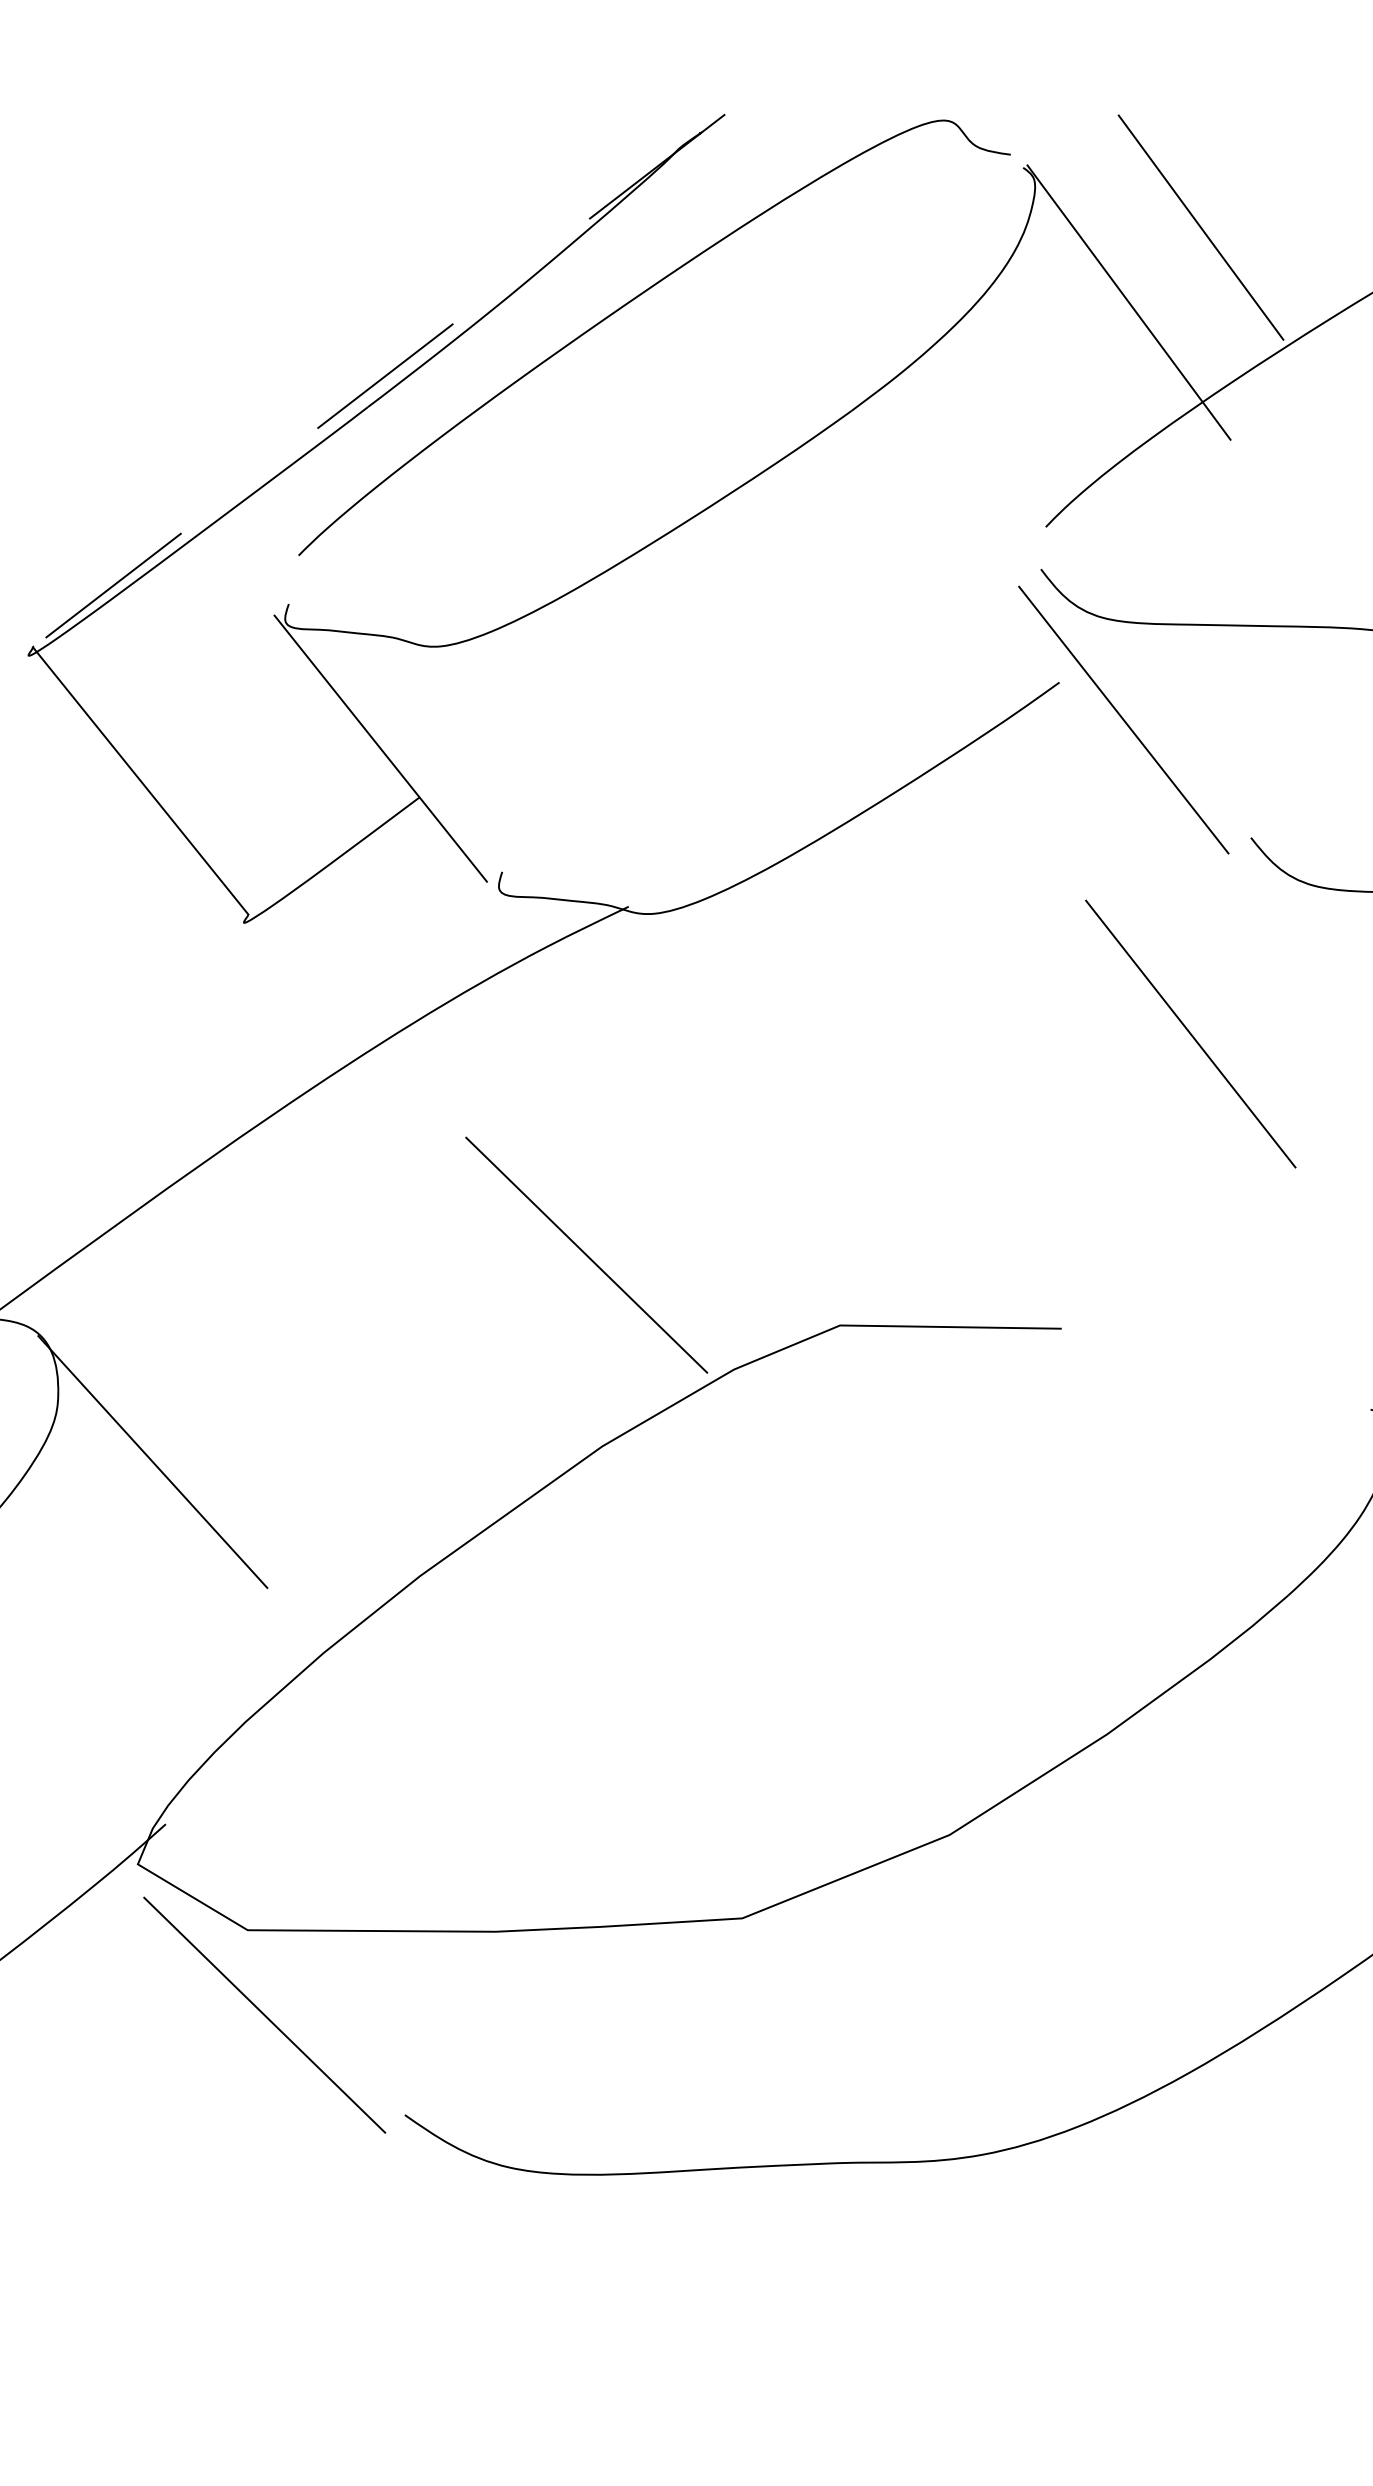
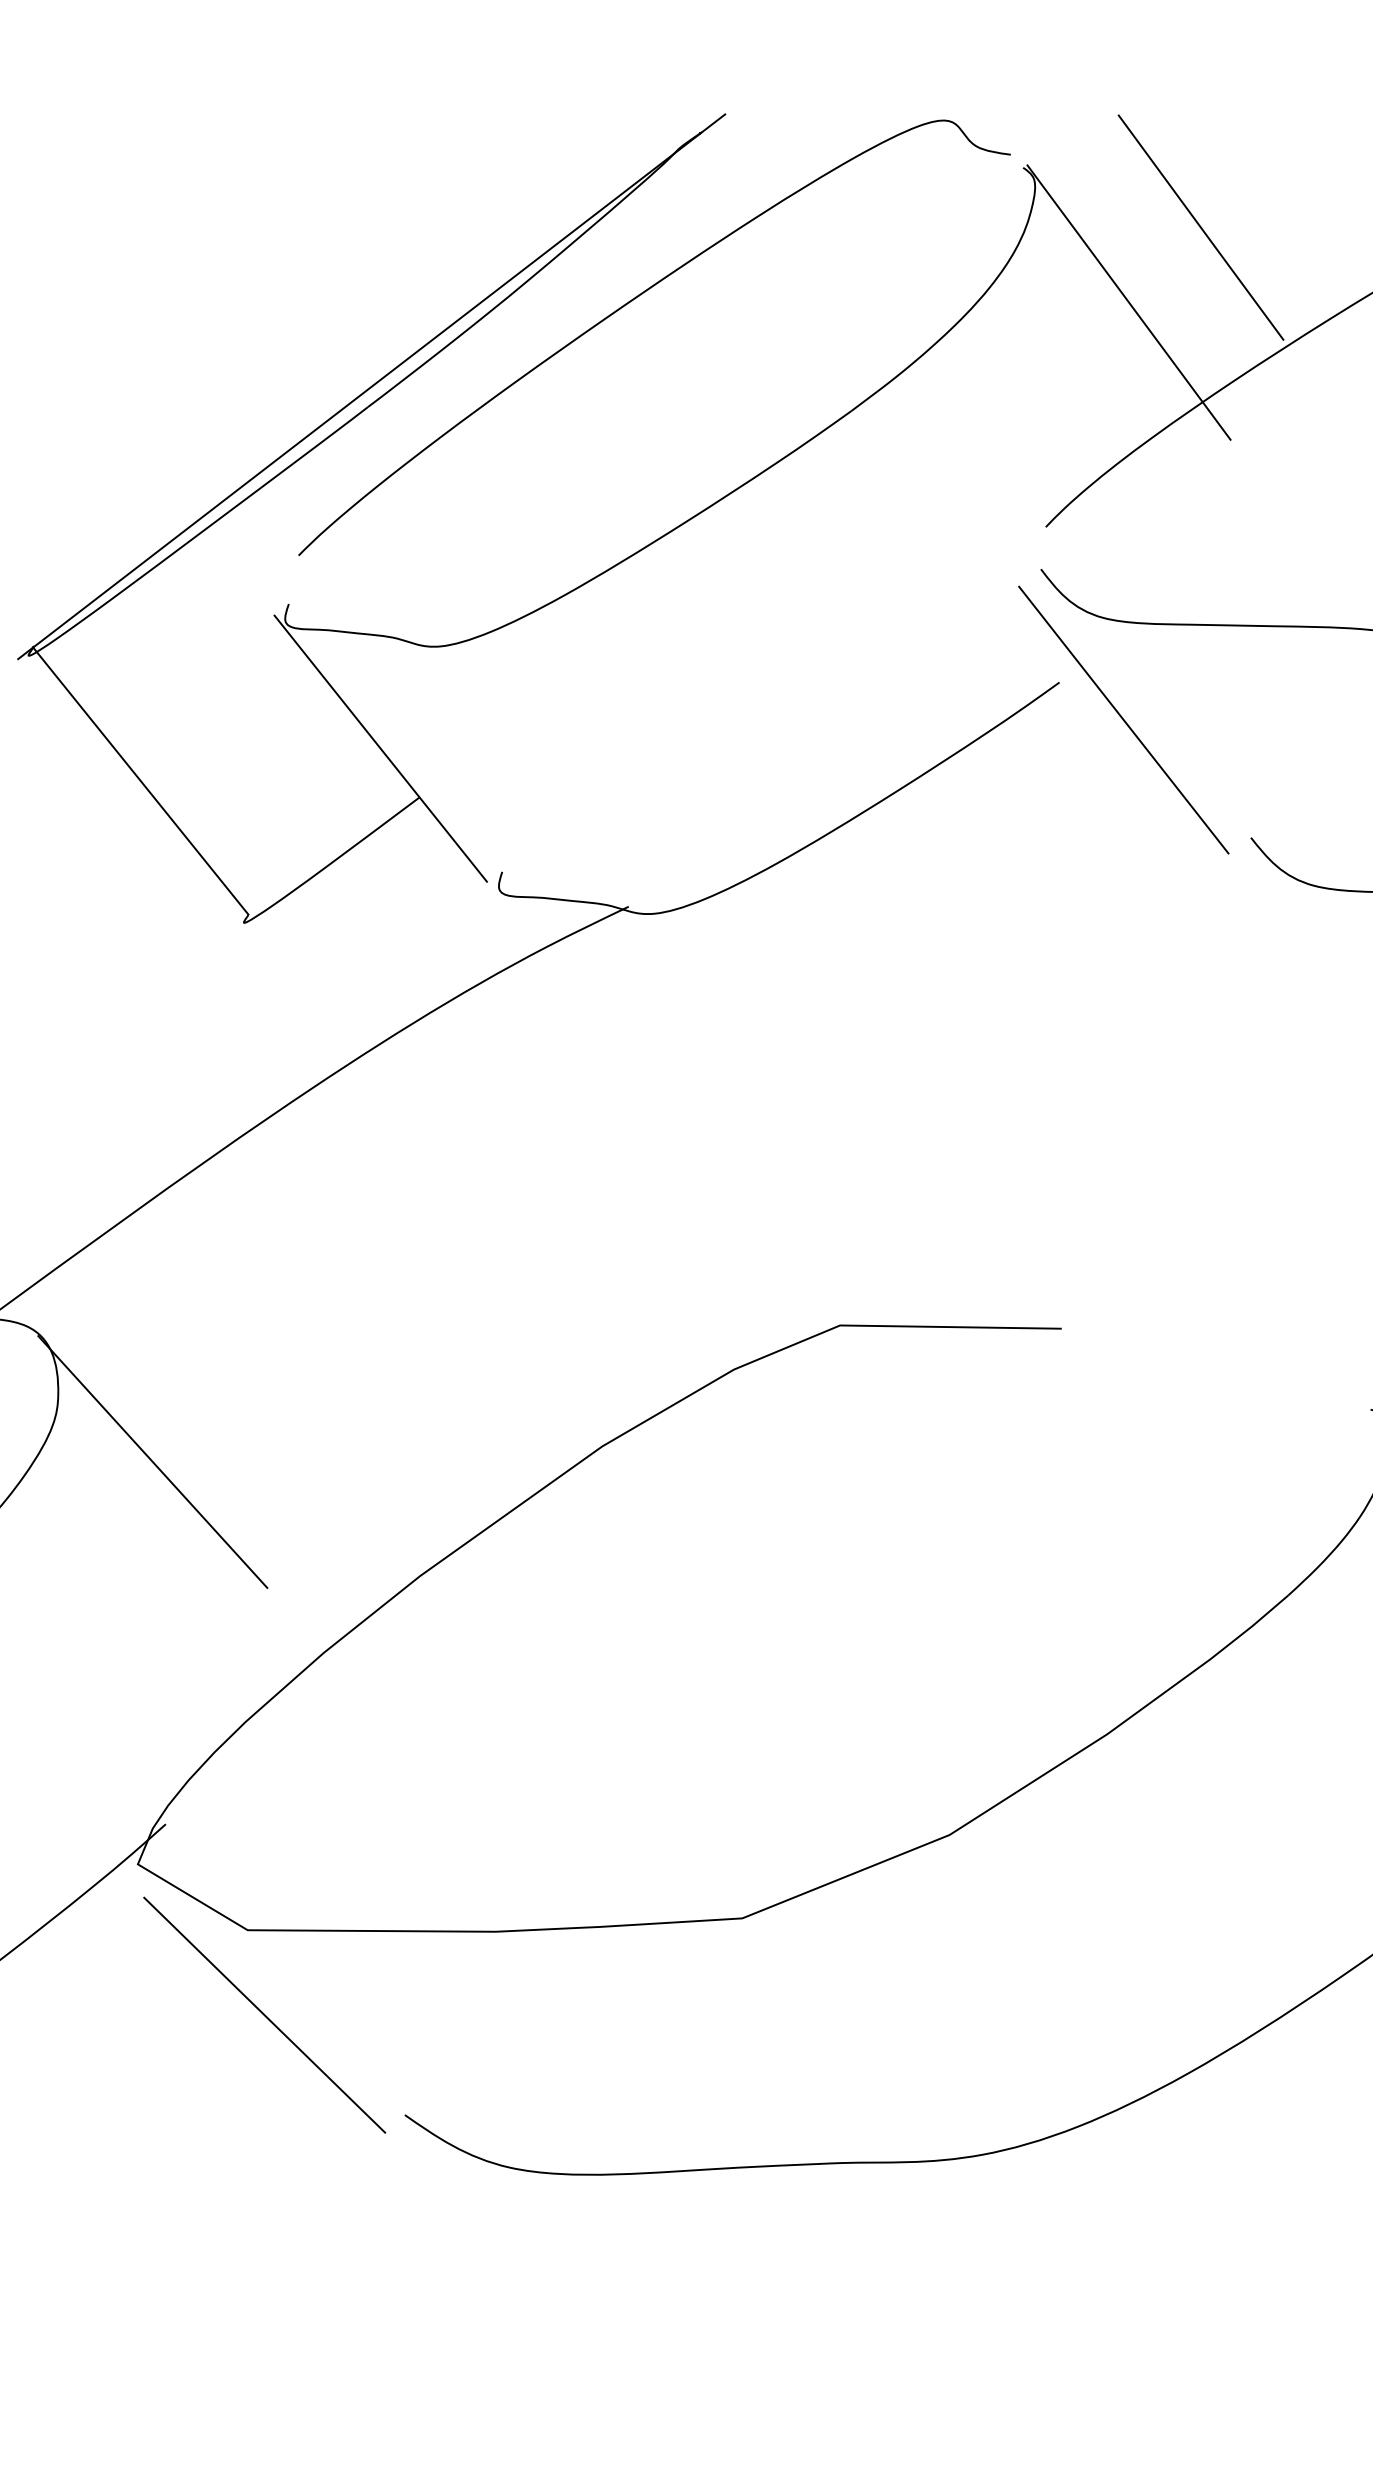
line at (371, 387): dashed -> solid
line at (1190, 1033): present -> none
line at (586, 1254): present -> none
